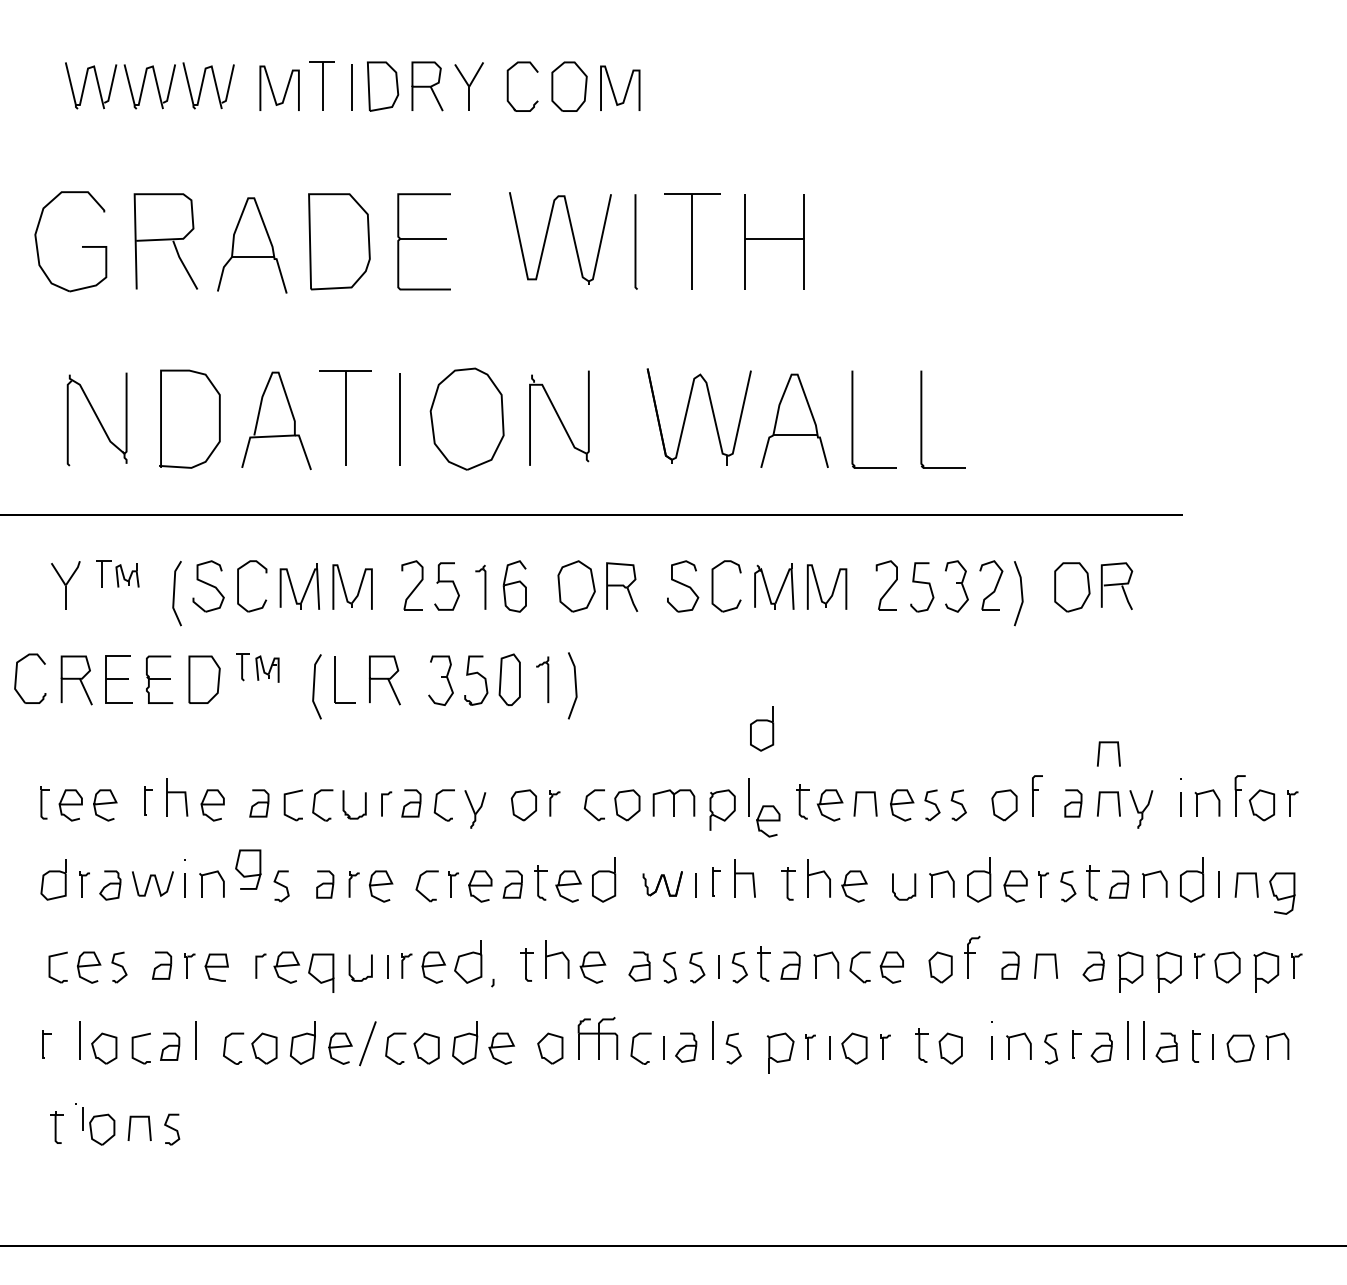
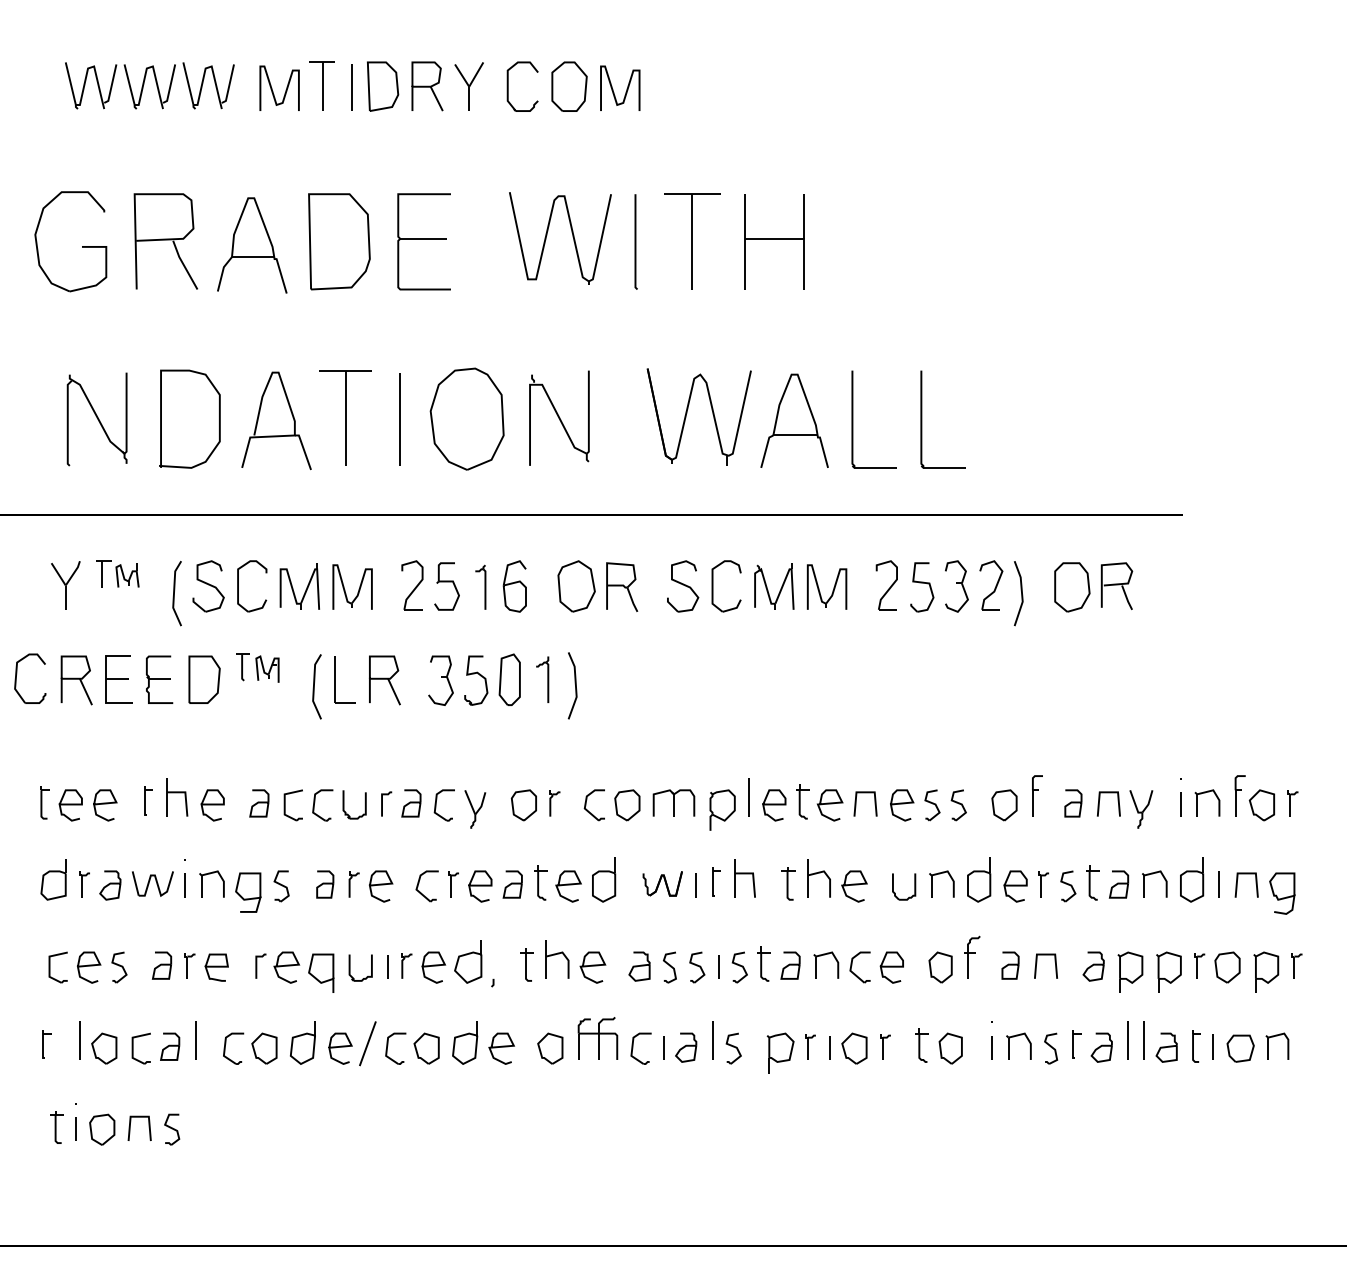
part at (762, 728): present -> none
line at (1100, 749): present -> none
curve at (768, 821) position: (768, 821) -> (774, 805)
curve at (248, 875) position: (248, 875) -> (248, 898)
line at (82, 1118) position: (82, 1118) -> (75, 1128)
